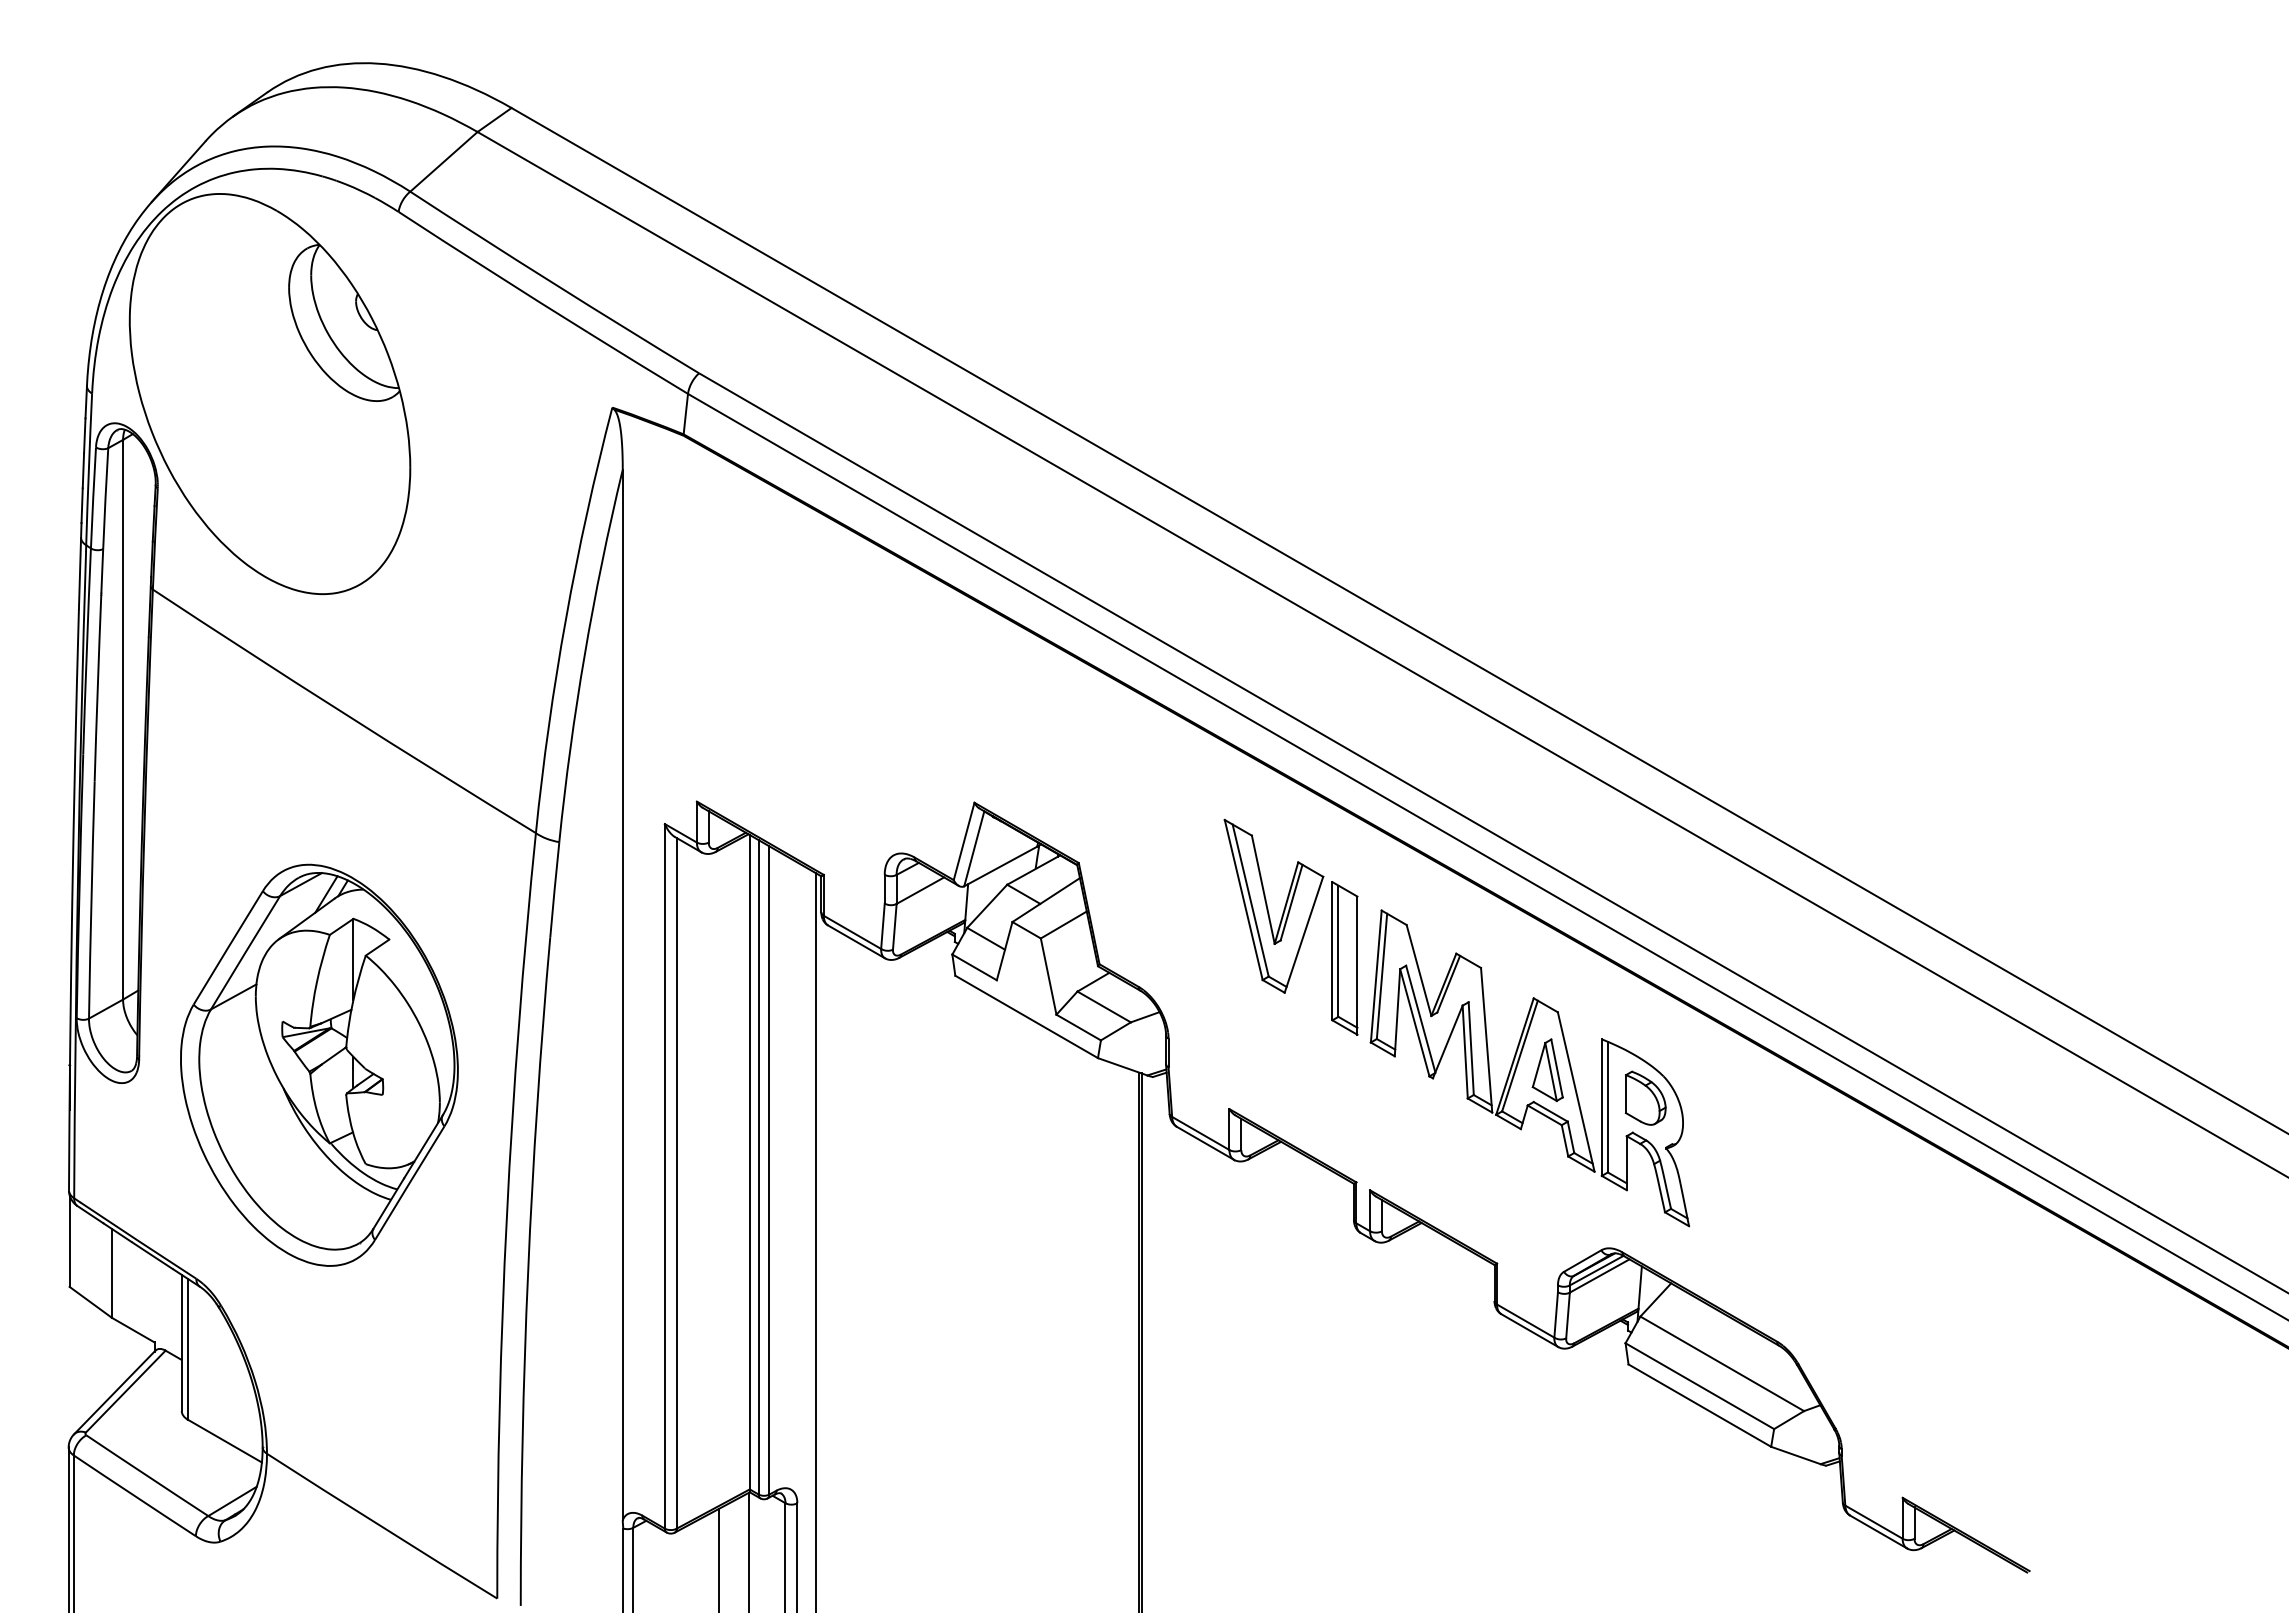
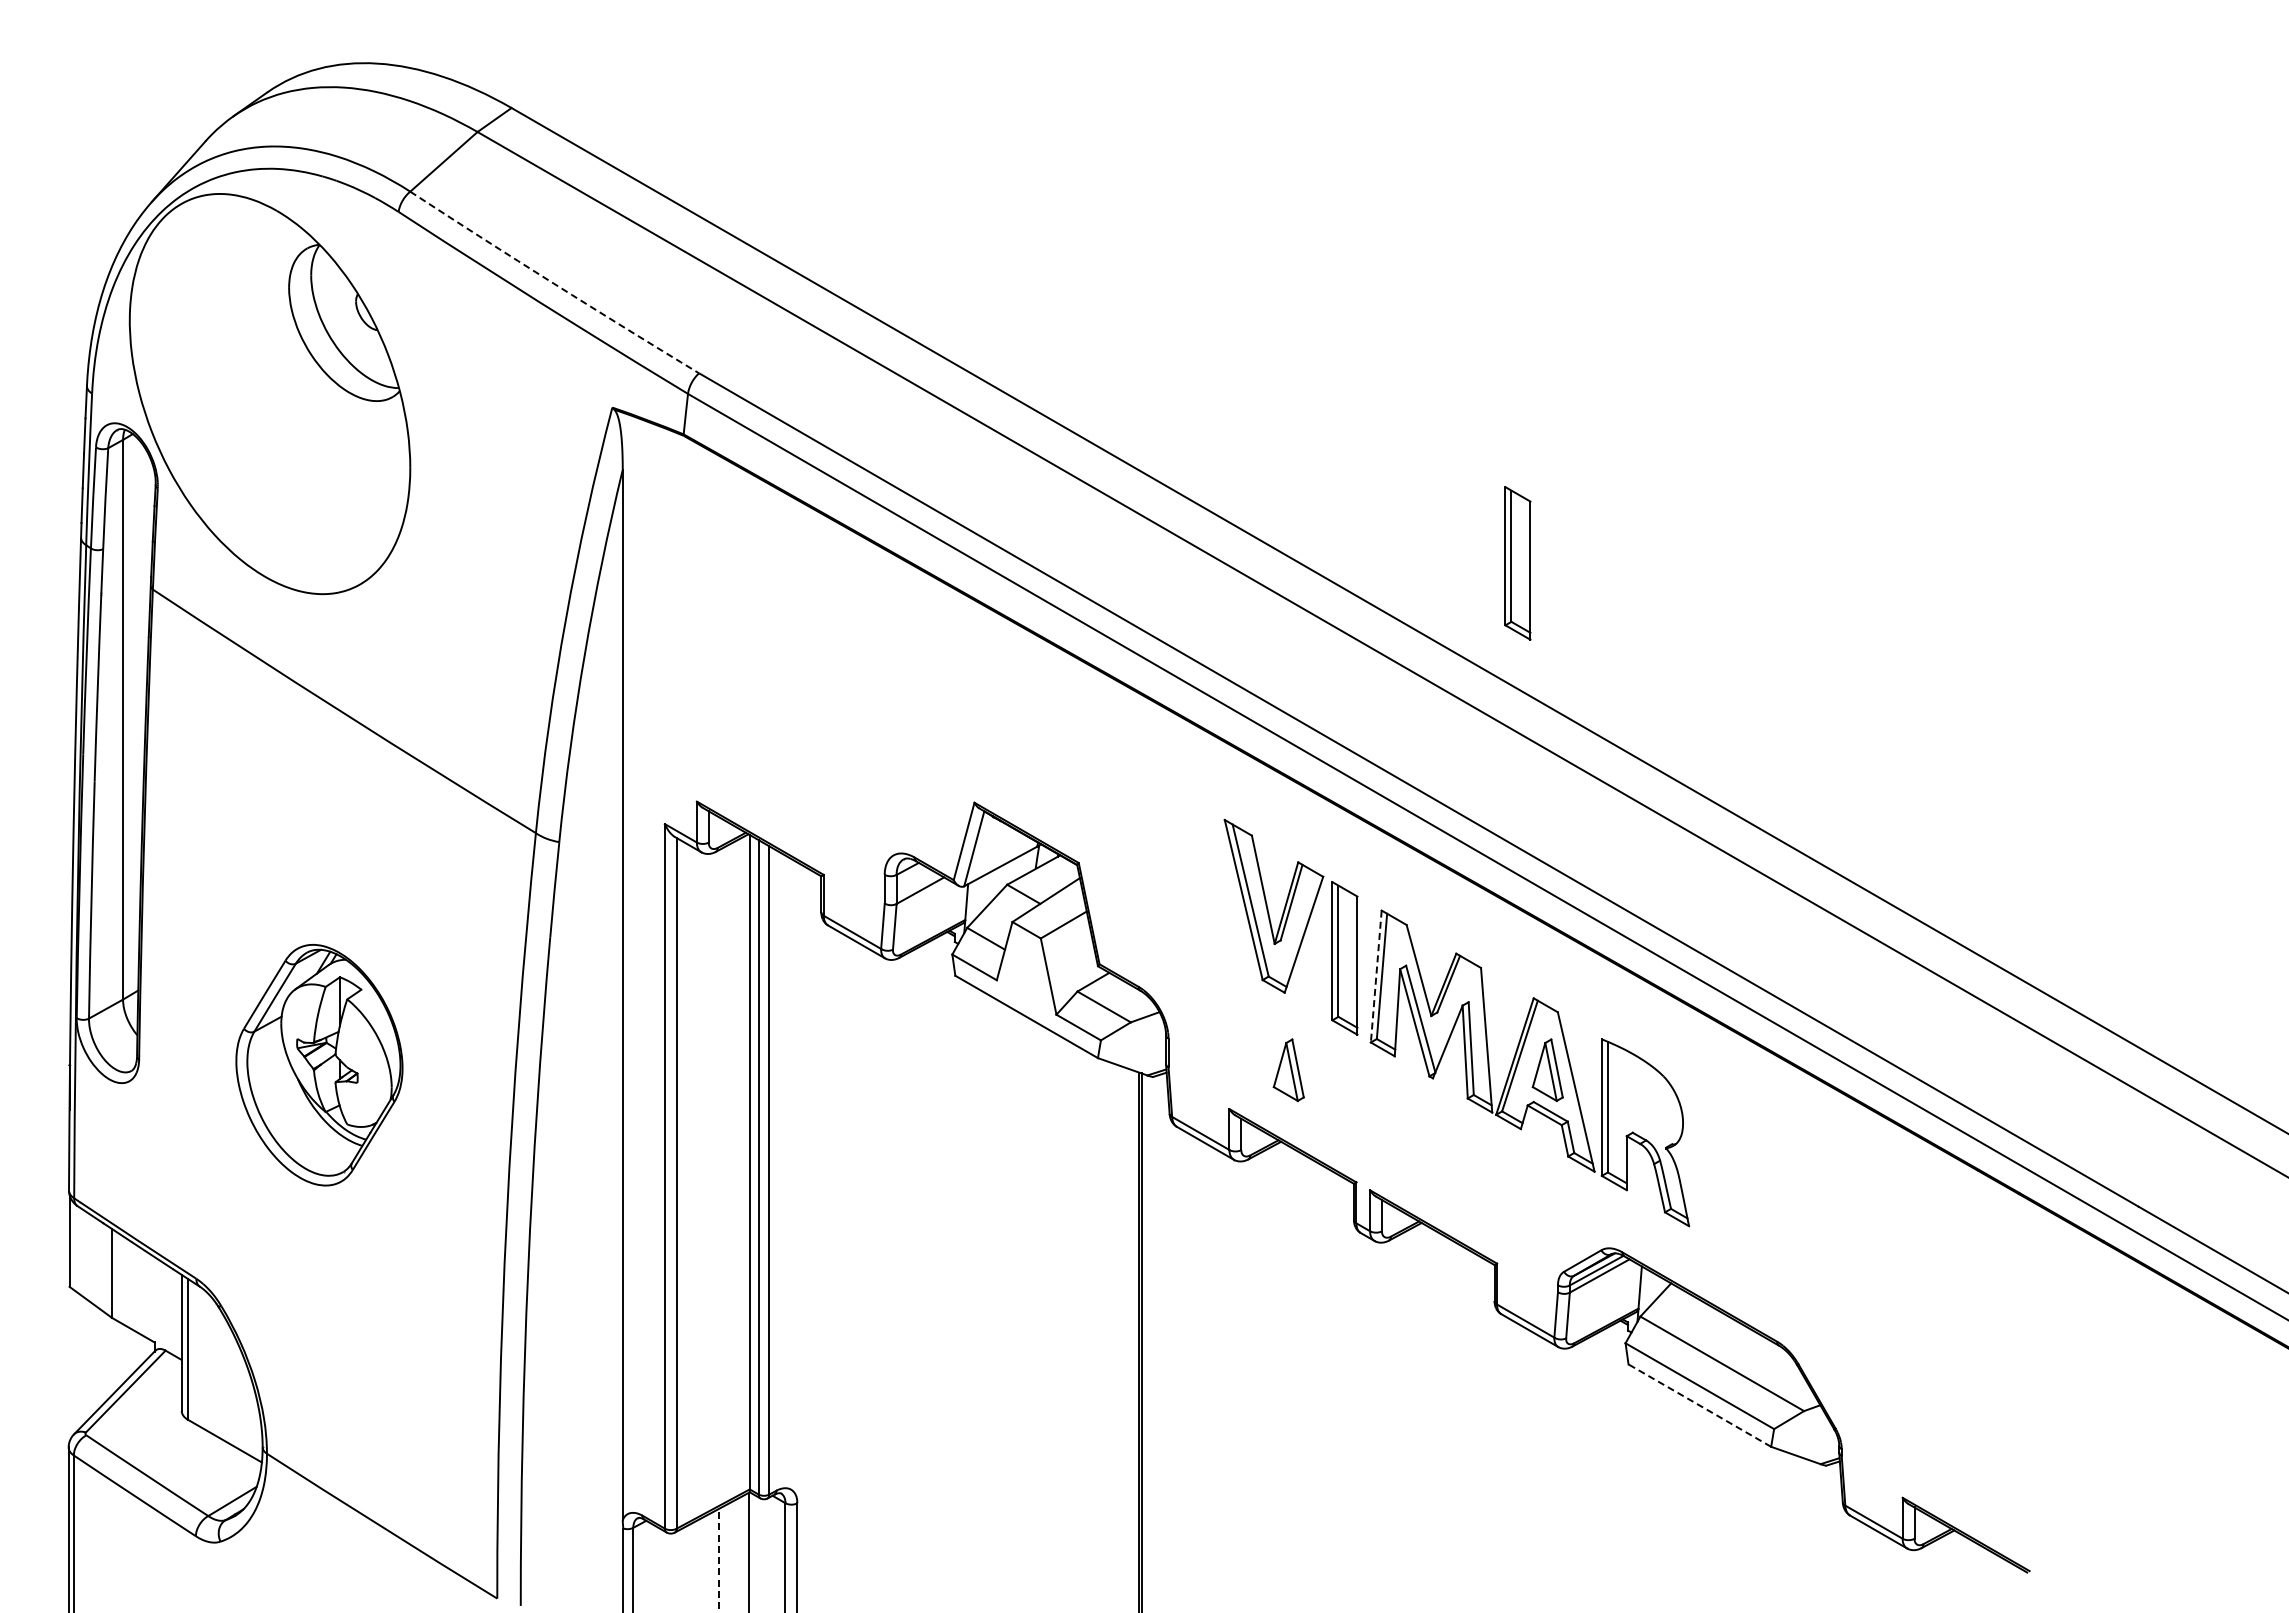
arc at (553, 283): solid -> dashed
part at (1517, 563): none -> present
line at (1376, 977): solid -> dashed
part at (319, 1064) size: 279x404 px -> 169x243 px
part at (1288, 1070): none -> present
part at (1645, 1097): present -> none
line at (815, 1241): present -> none
line at (1699, 1405): solid -> dashed
line at (718, 1560): solid -> dashed
